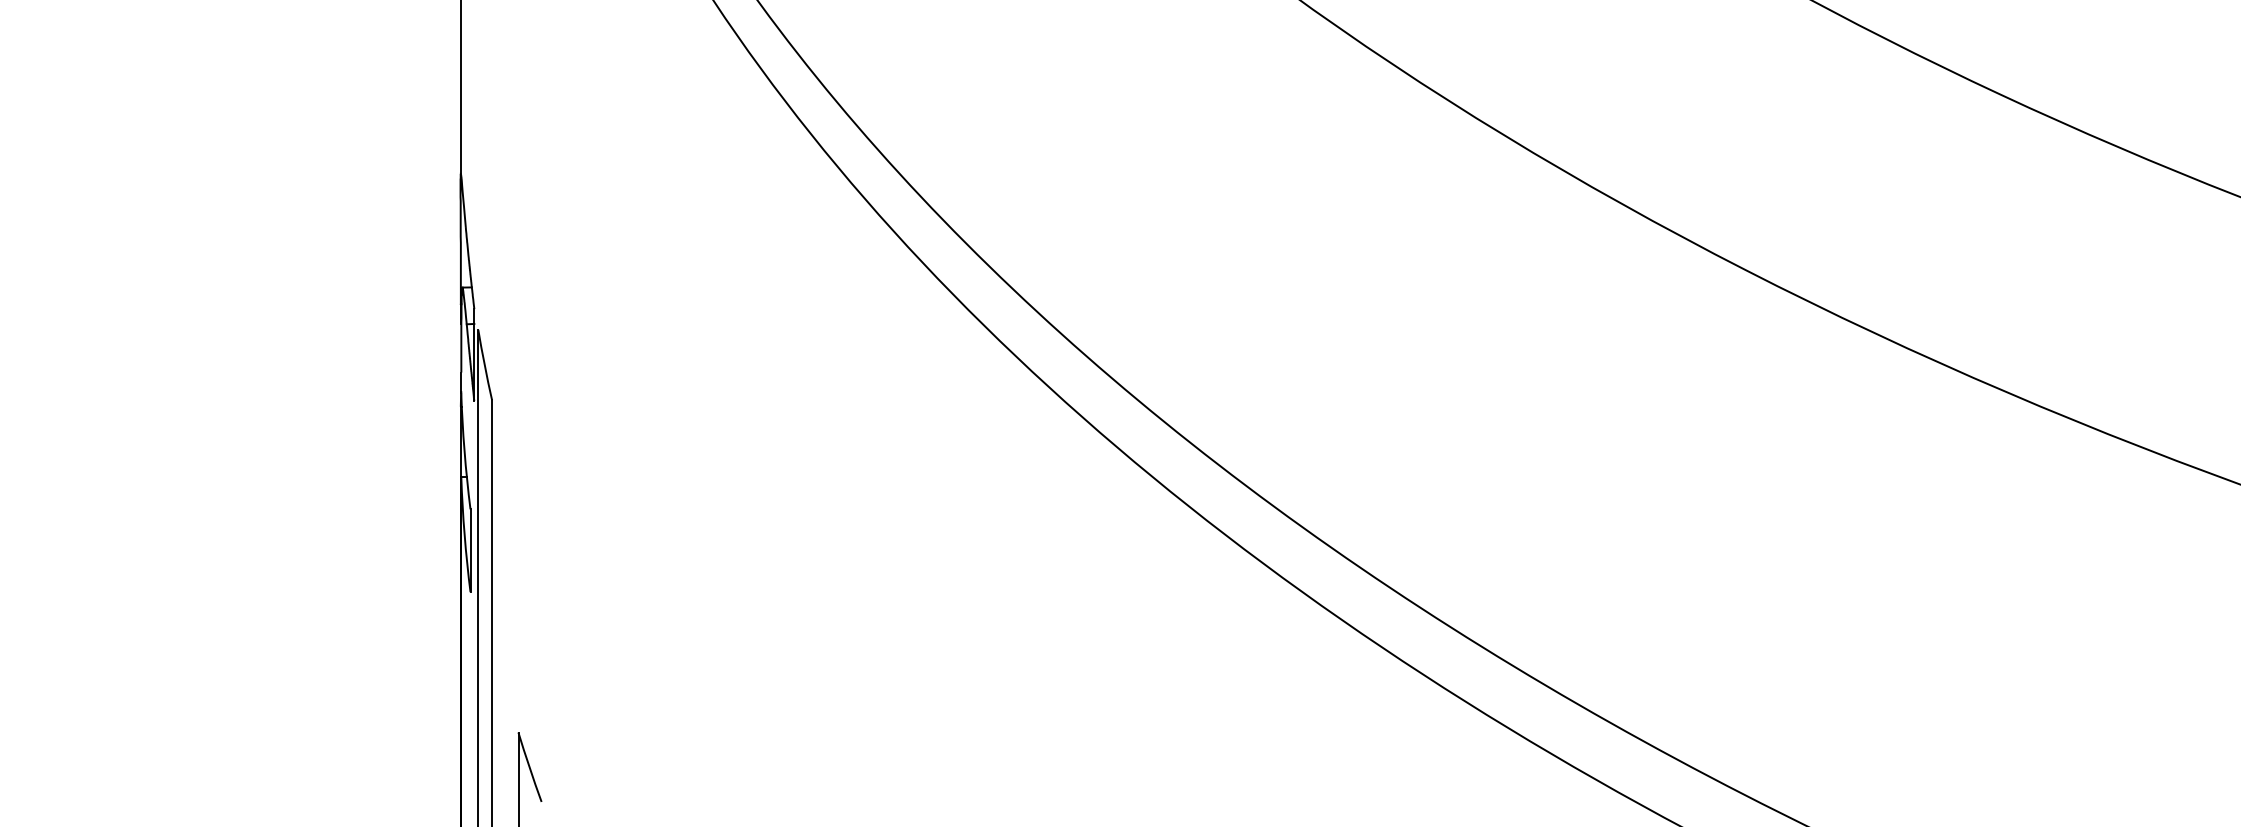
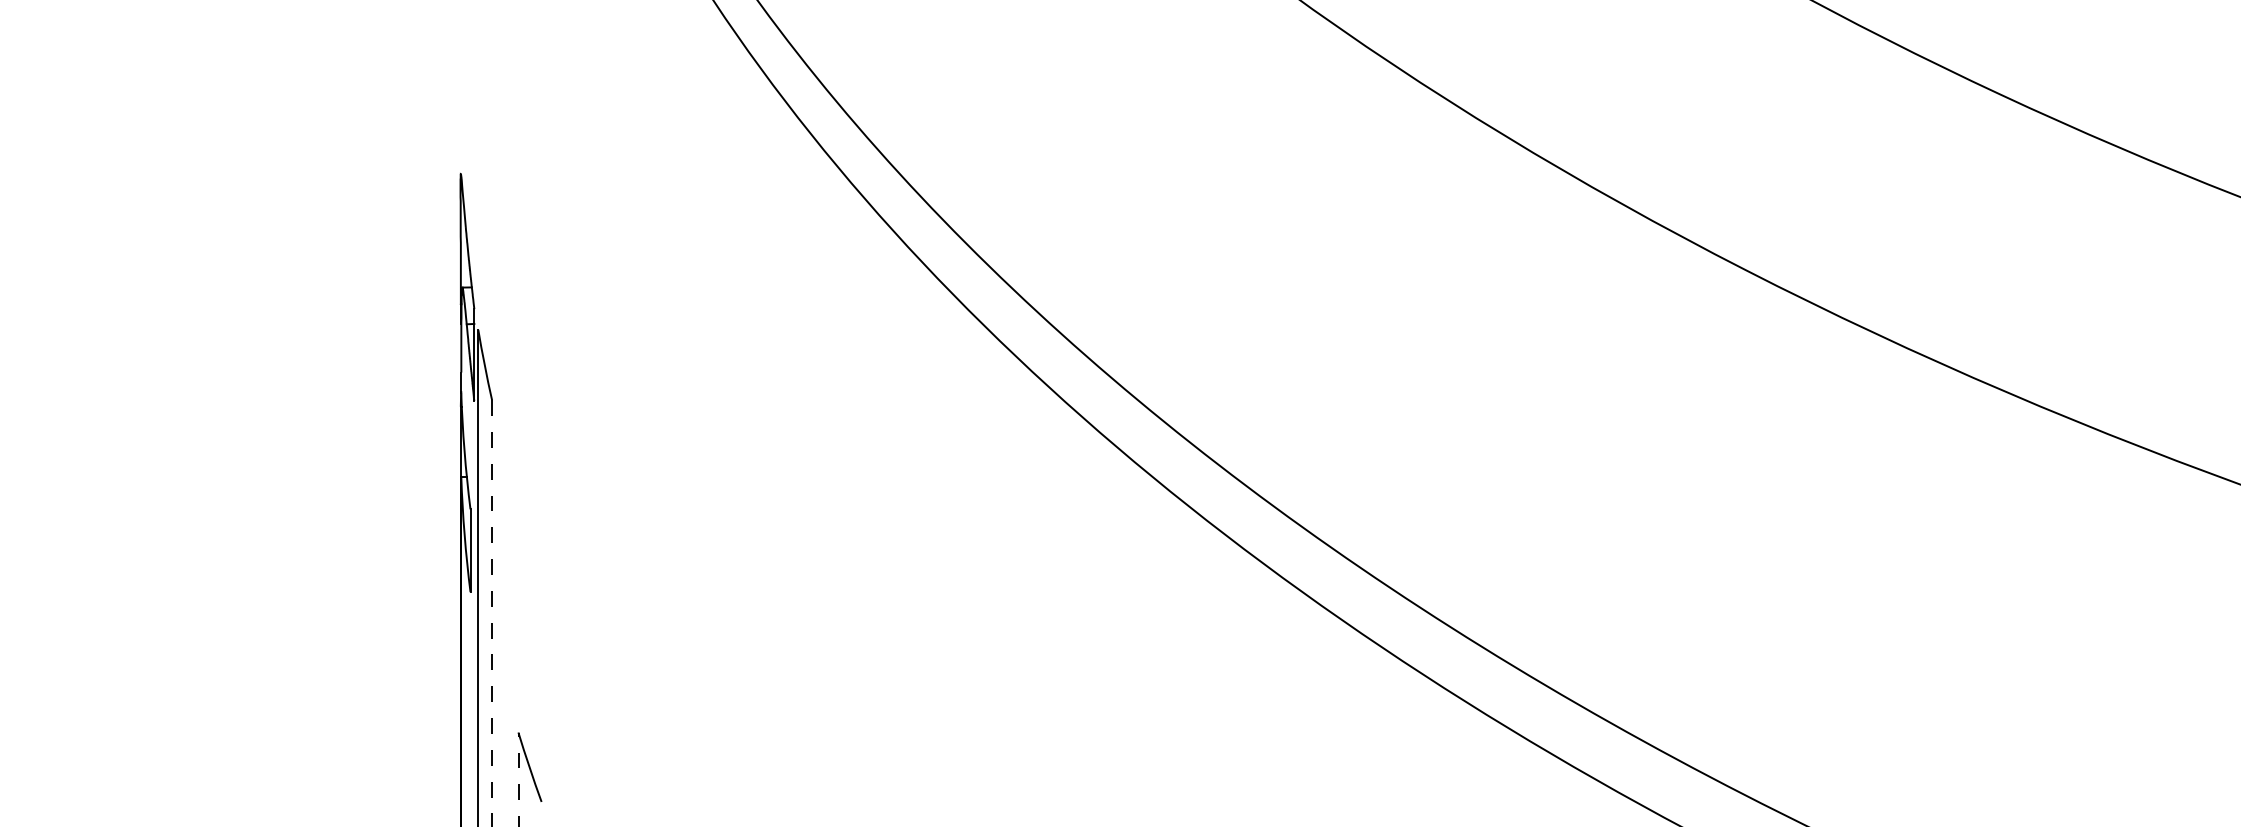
line at (460, 94): present -> none
line at (492, 613): solid -> dashed
line at (518, 779): solid -> dashed
